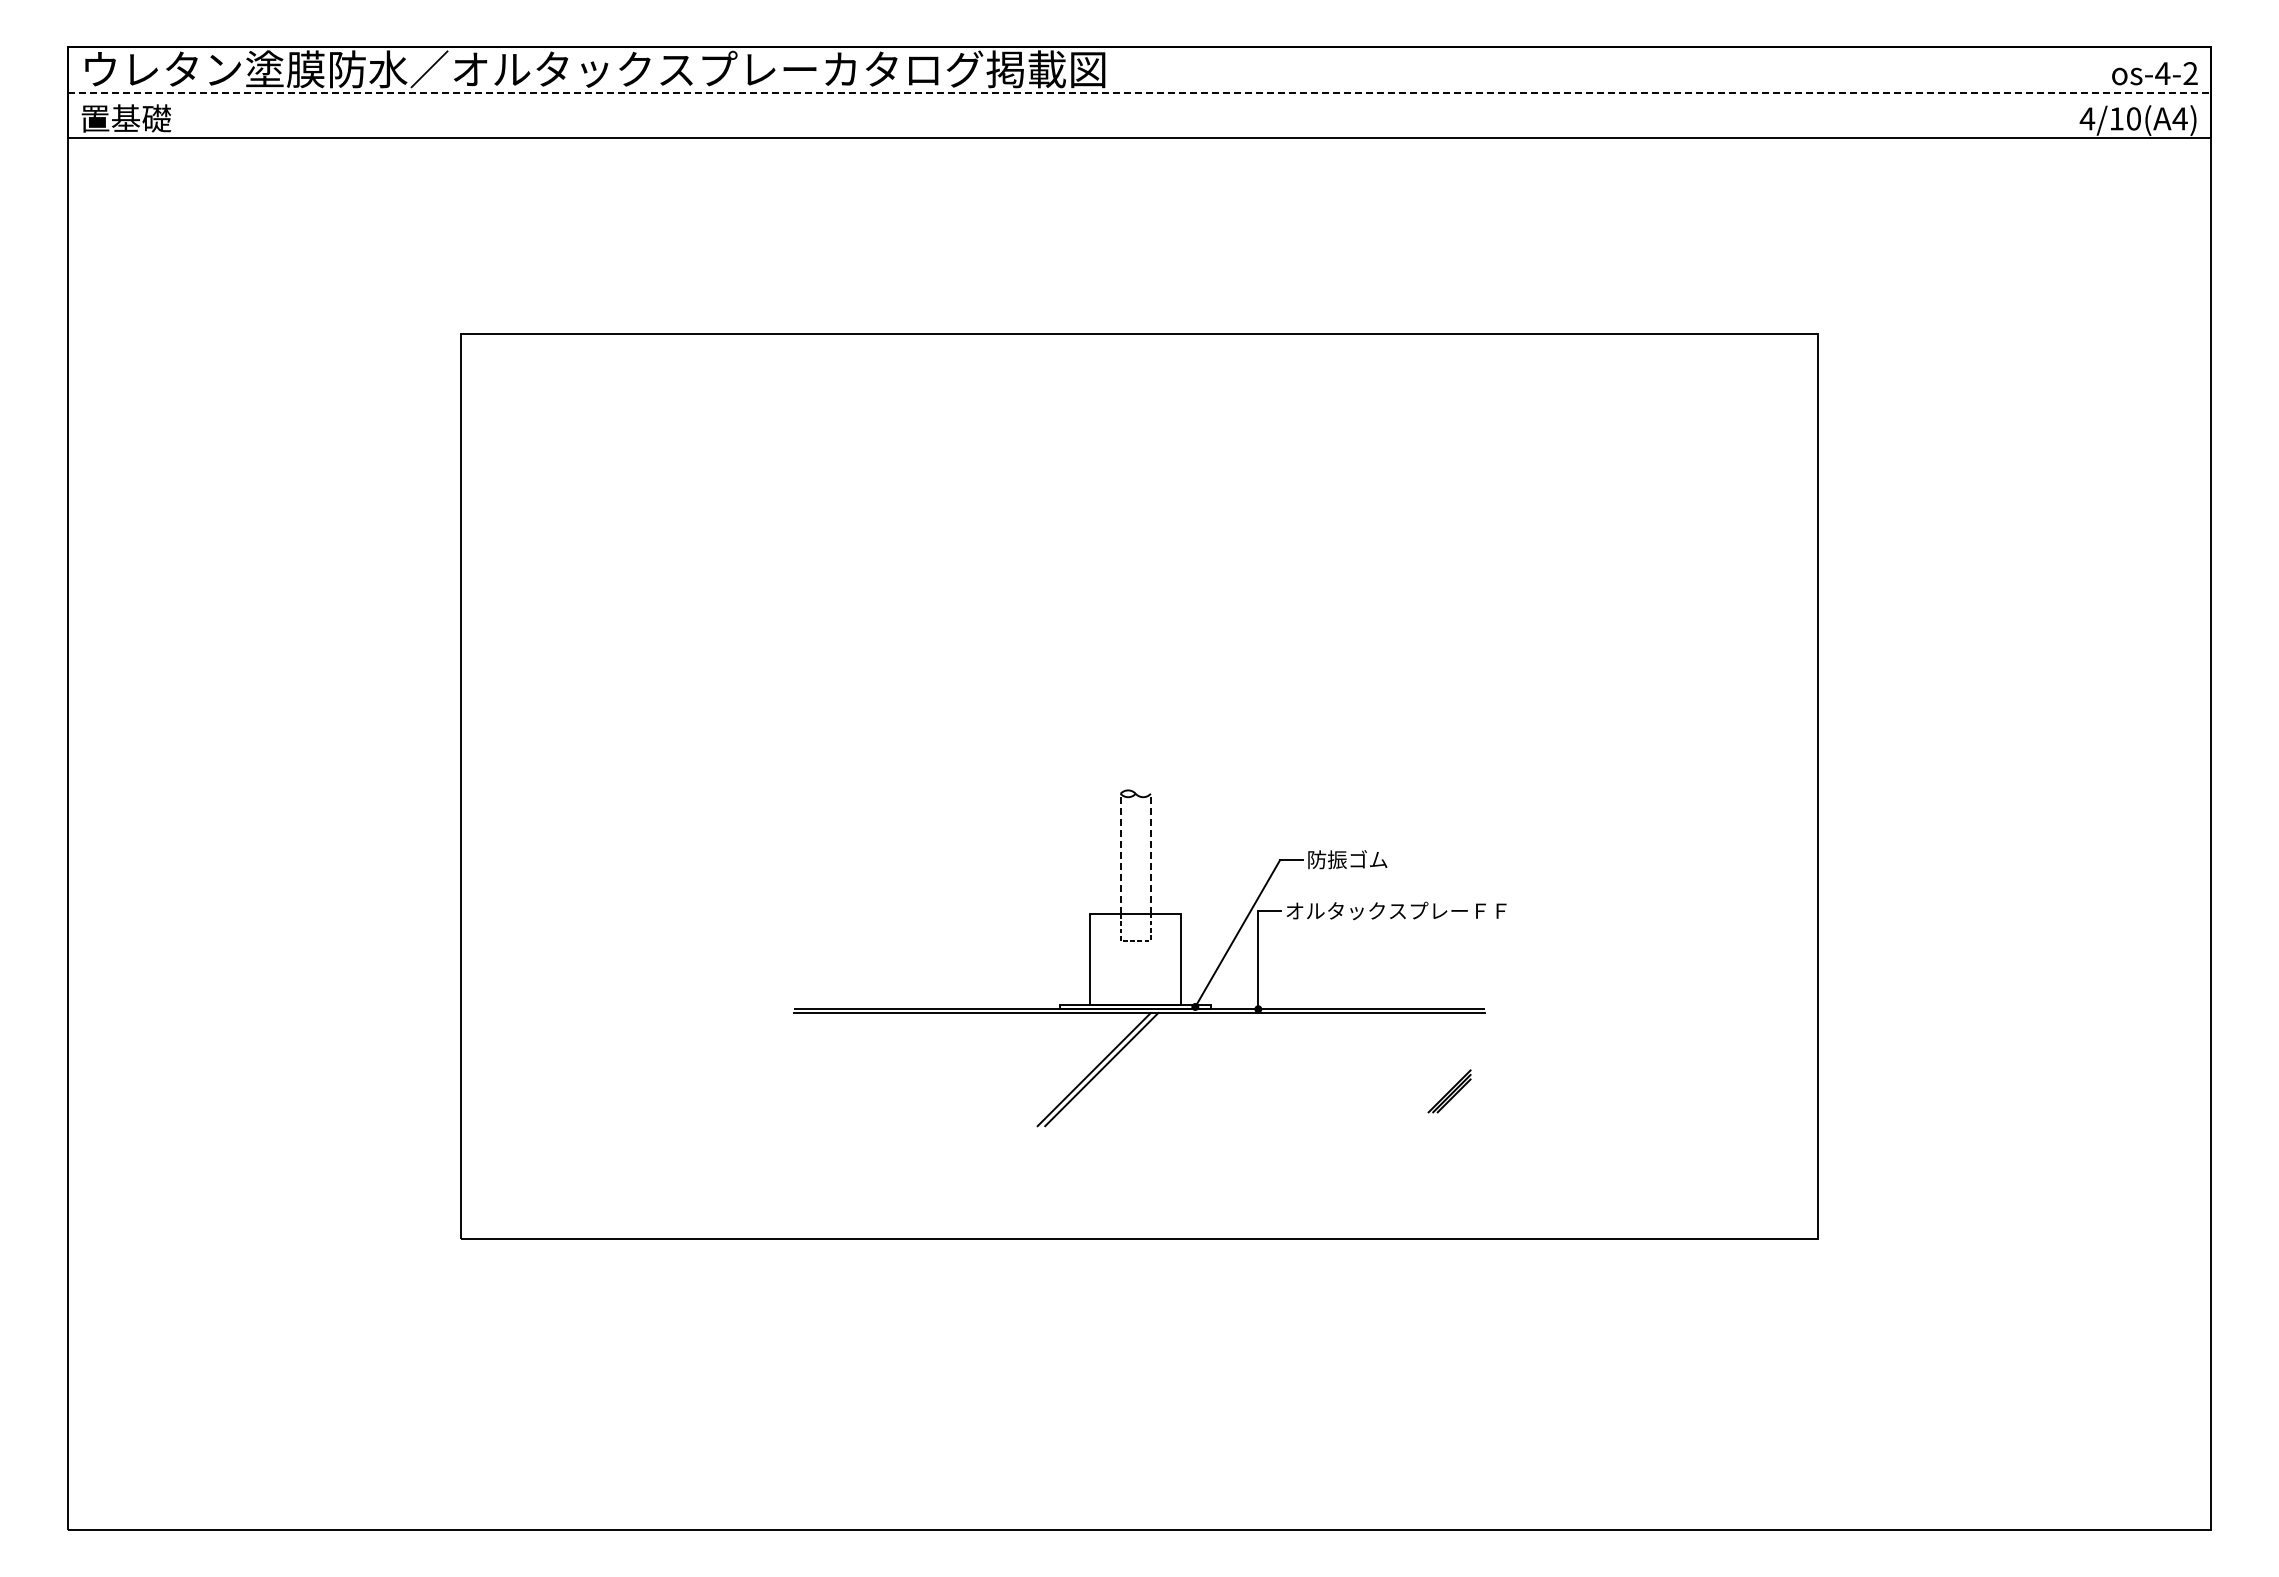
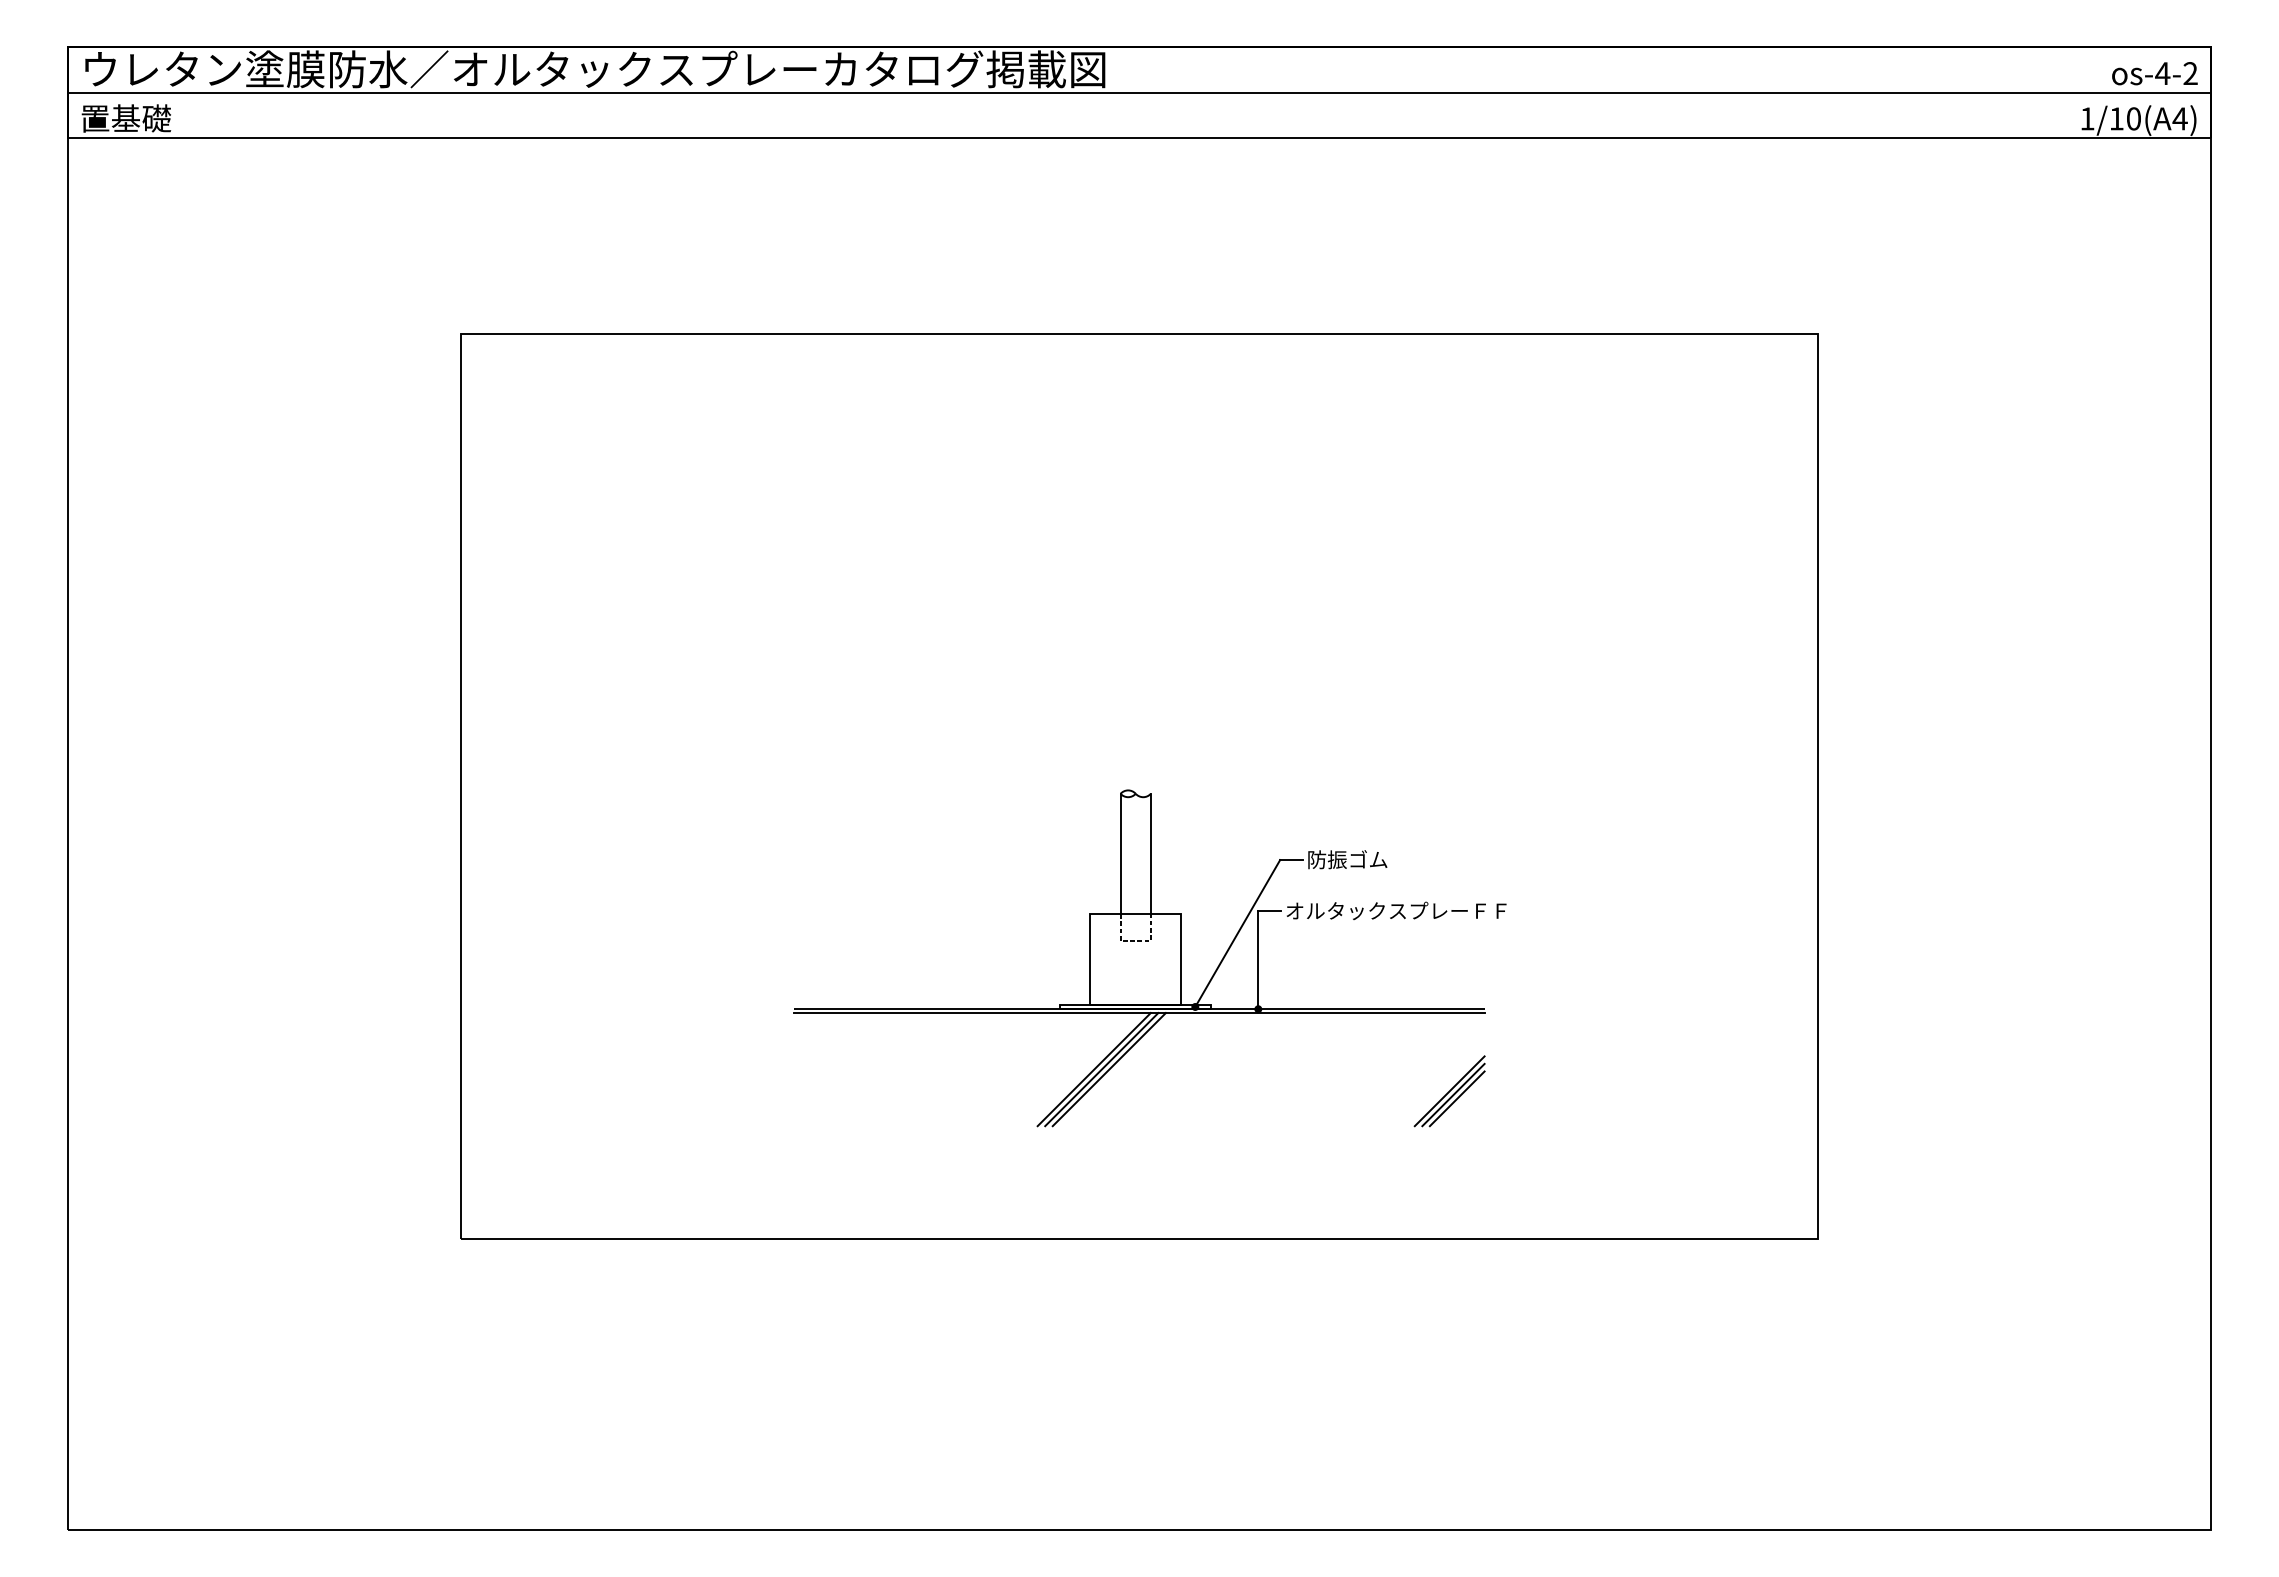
line at (1140, 92): dashed -> solid
text at (2087, 118): 4/10(A4) -> 1/10(A4)
line at (1120, 853): dashed -> solid
line at (1150, 853): dashed -> solid
line at (1108, 1069): none -> present
part at (1449, 1091) size: 45x45 px -> 73x73 px
